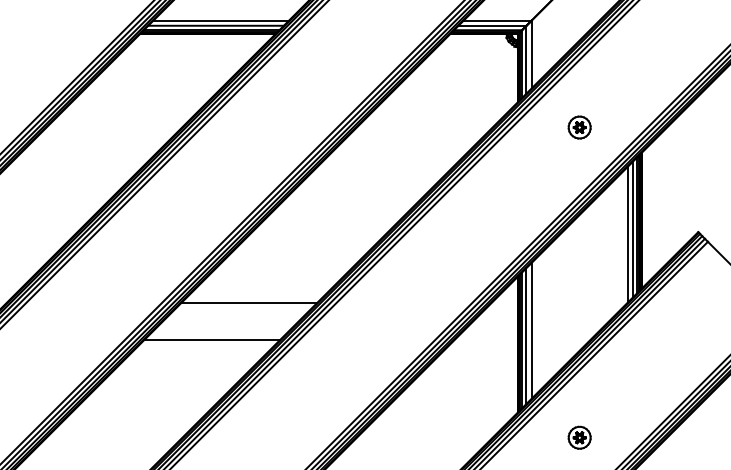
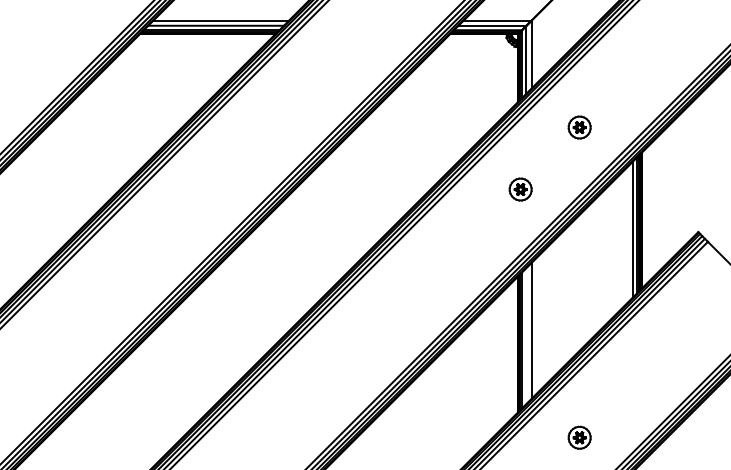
part at (520, 189): none -> present
line at (627, 234): present -> none
line at (248, 303): present -> none
line at (526, 335): present -> none
line at (211, 340): present -> none
